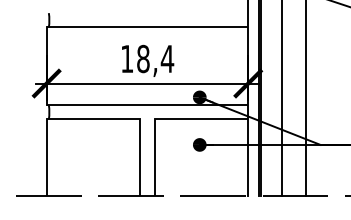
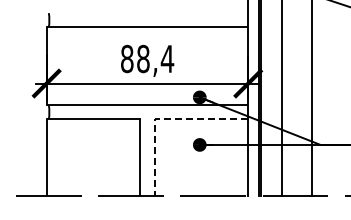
text at (127, 58): 18,4 -> 88,4
line at (306, 99) position: (306, 99) -> (312, 99)
line at (162, 119): solid -> dashed
